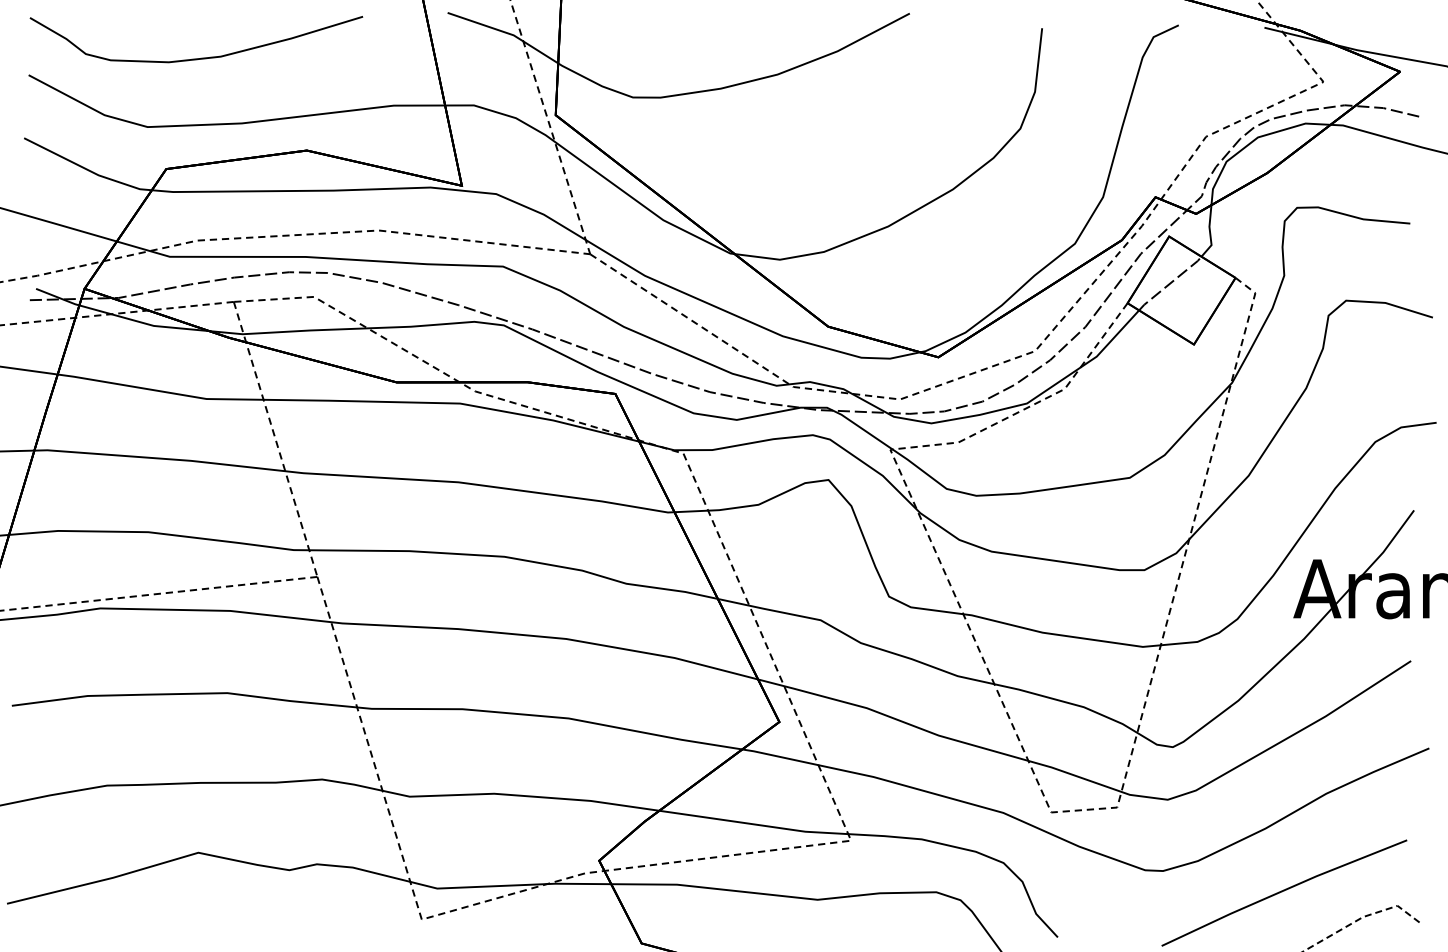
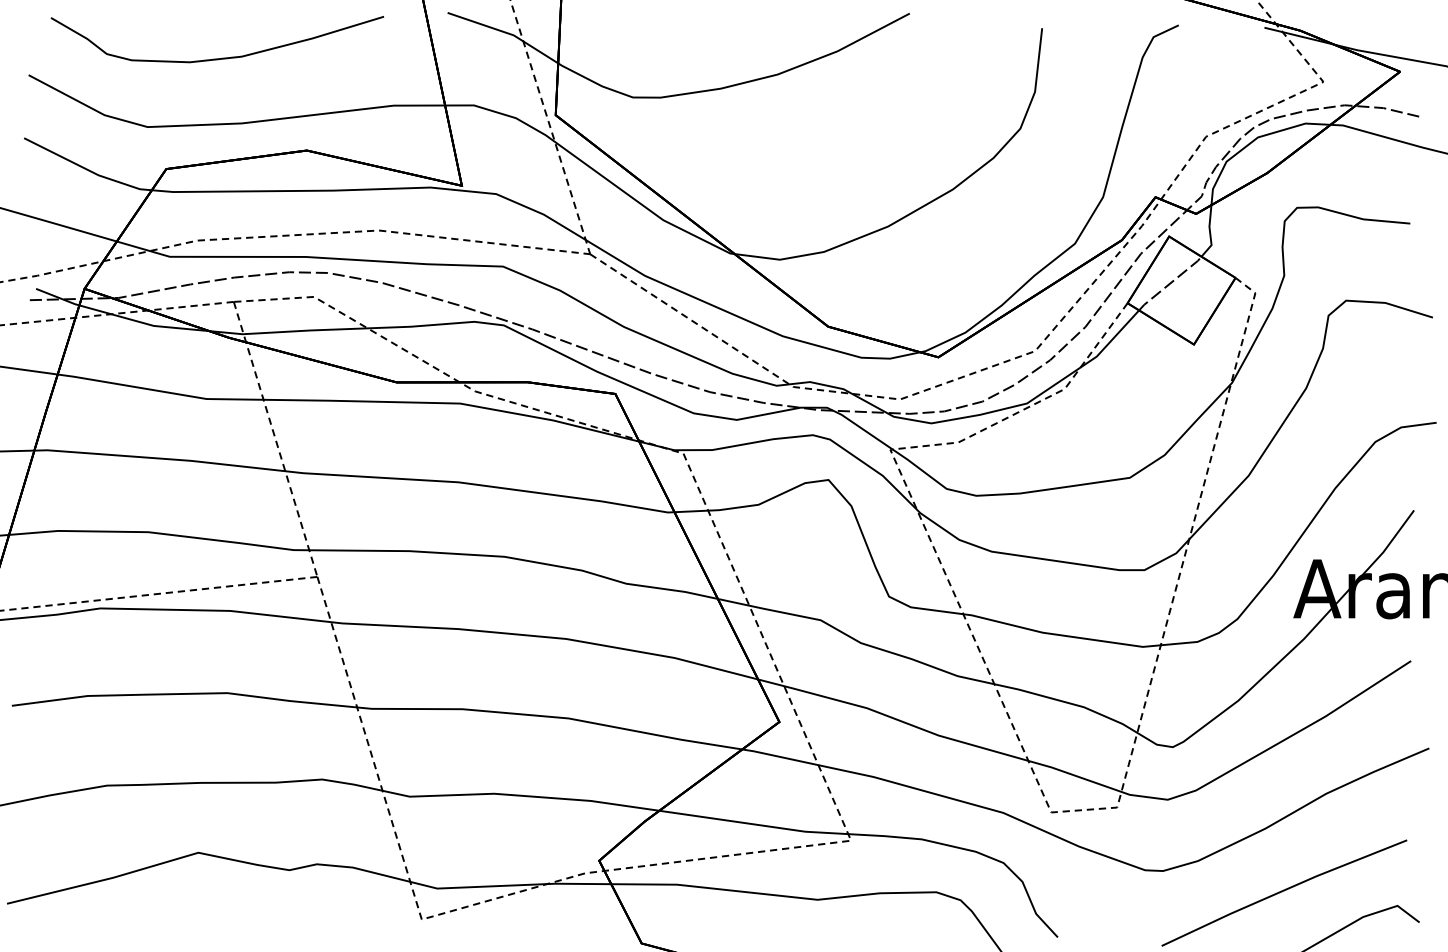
curve at (201, 57) position: (201, 57) -> (222, 57)
line at (1361, 918): dashed -> solid
